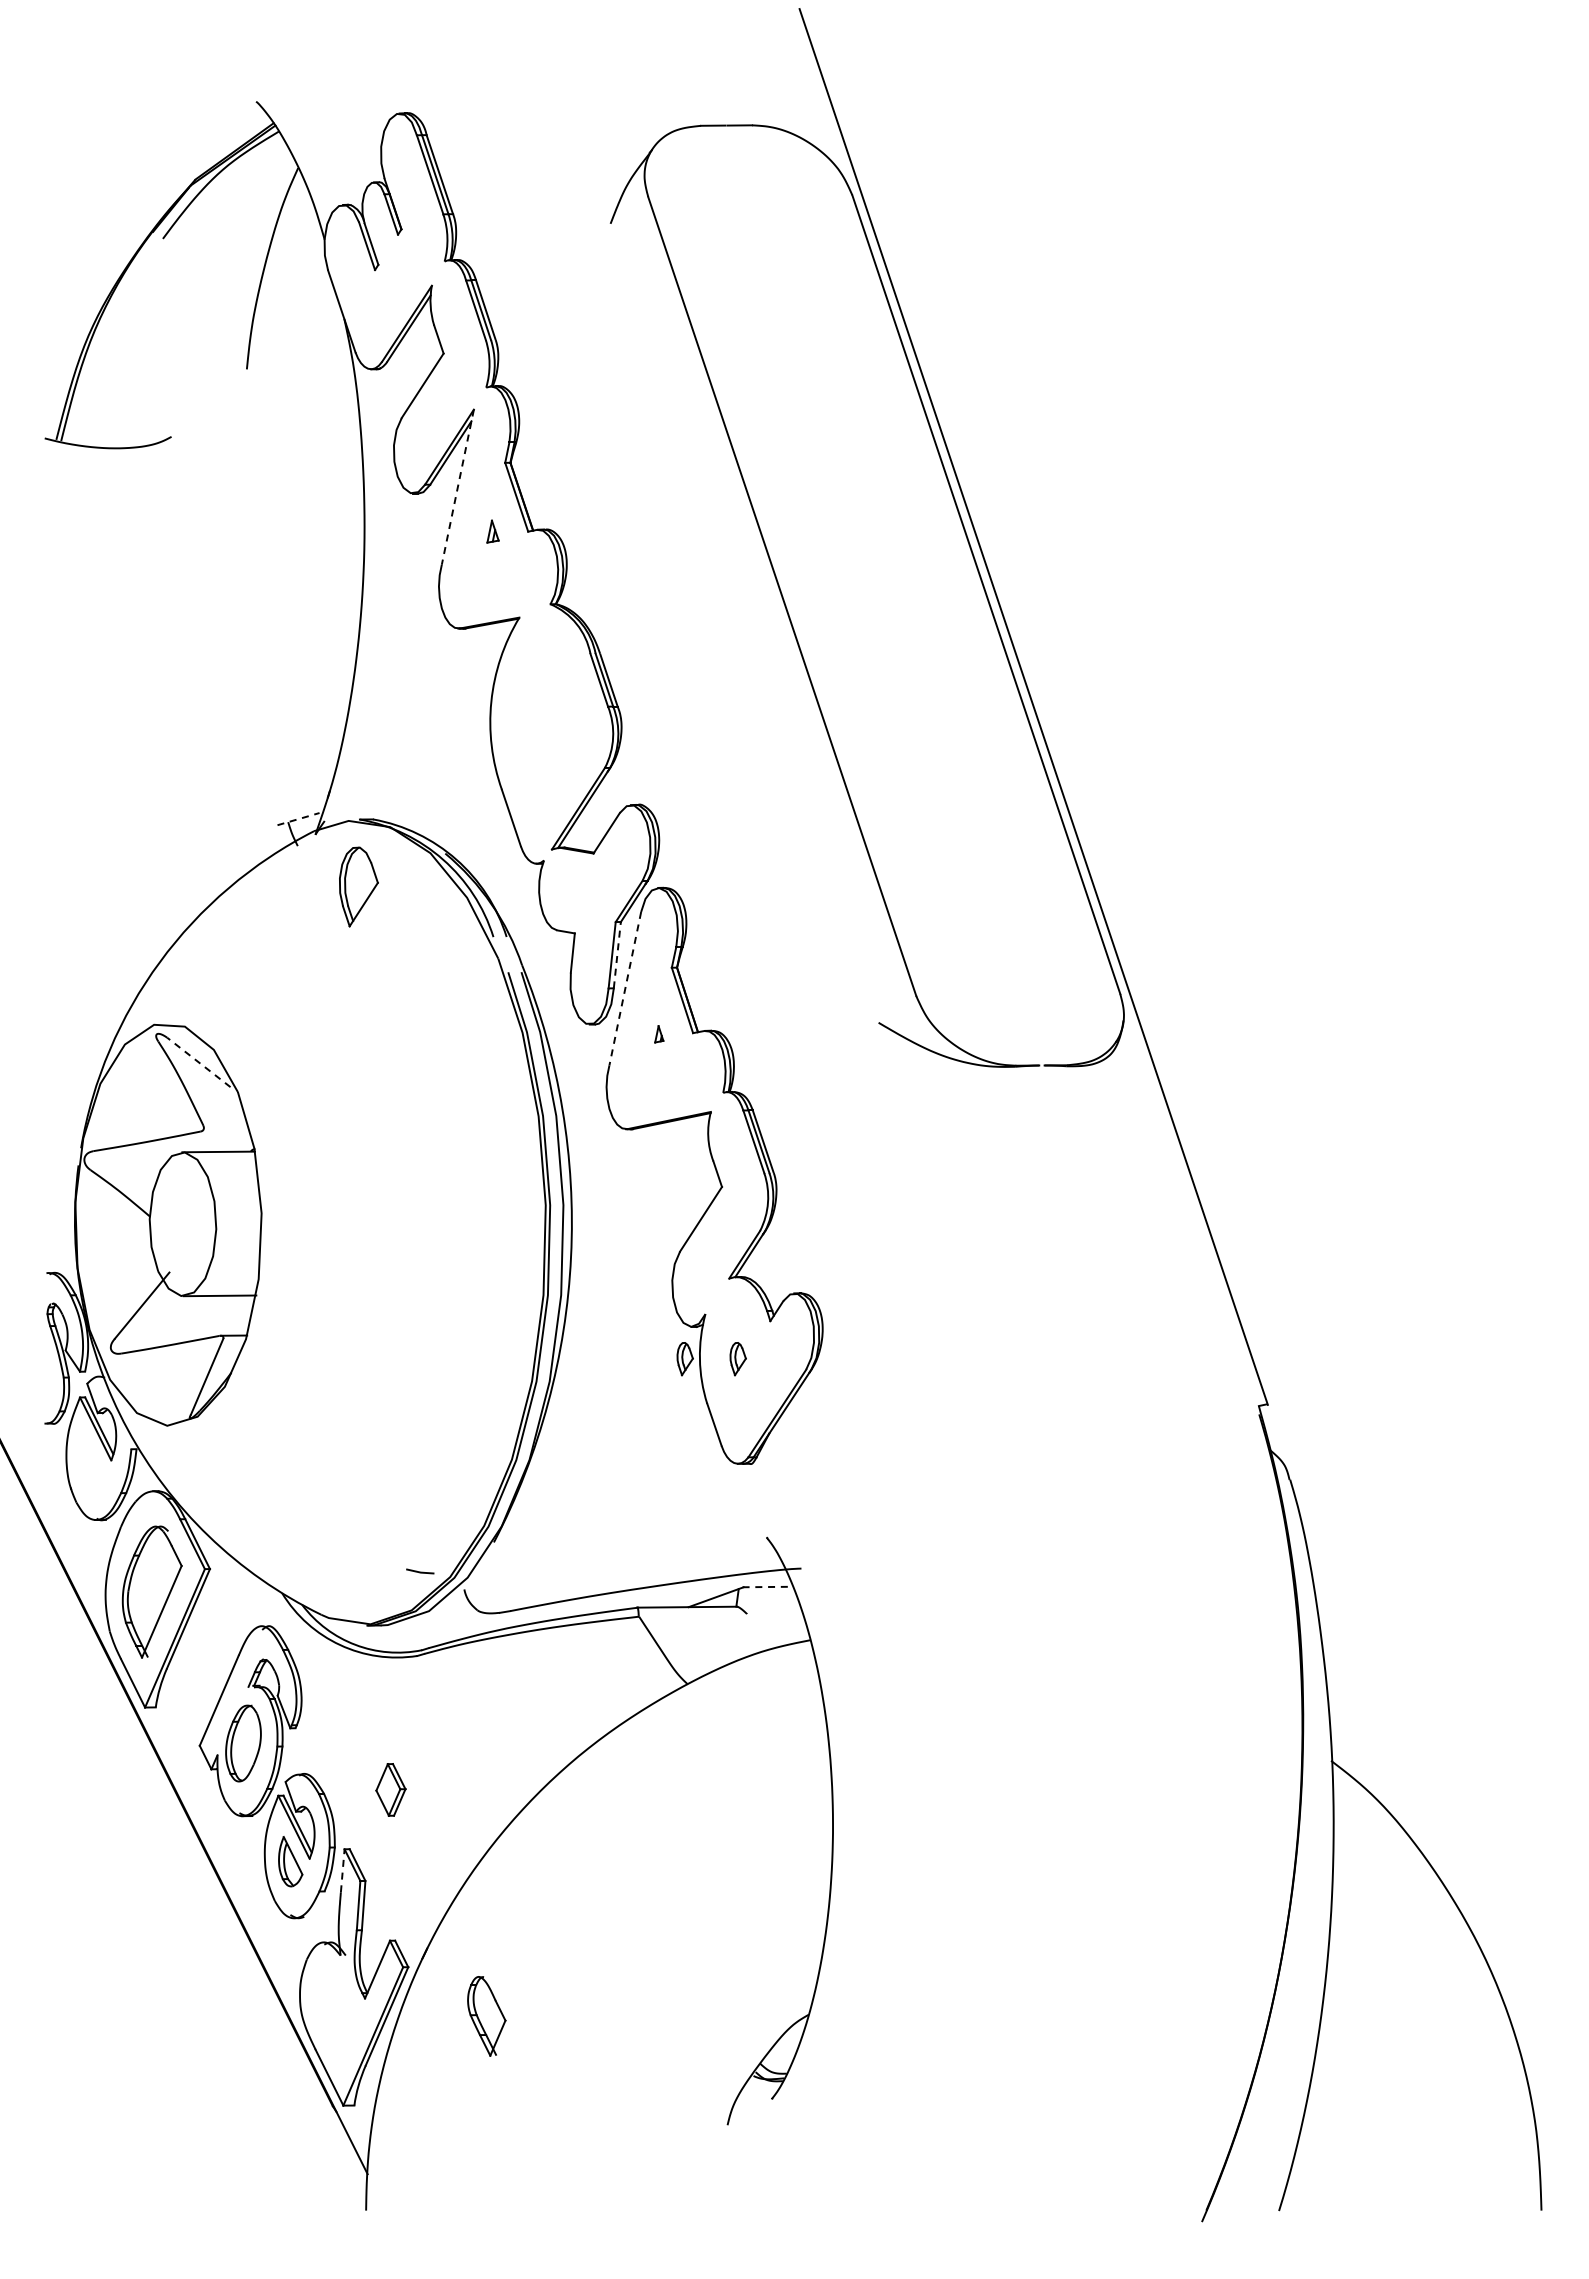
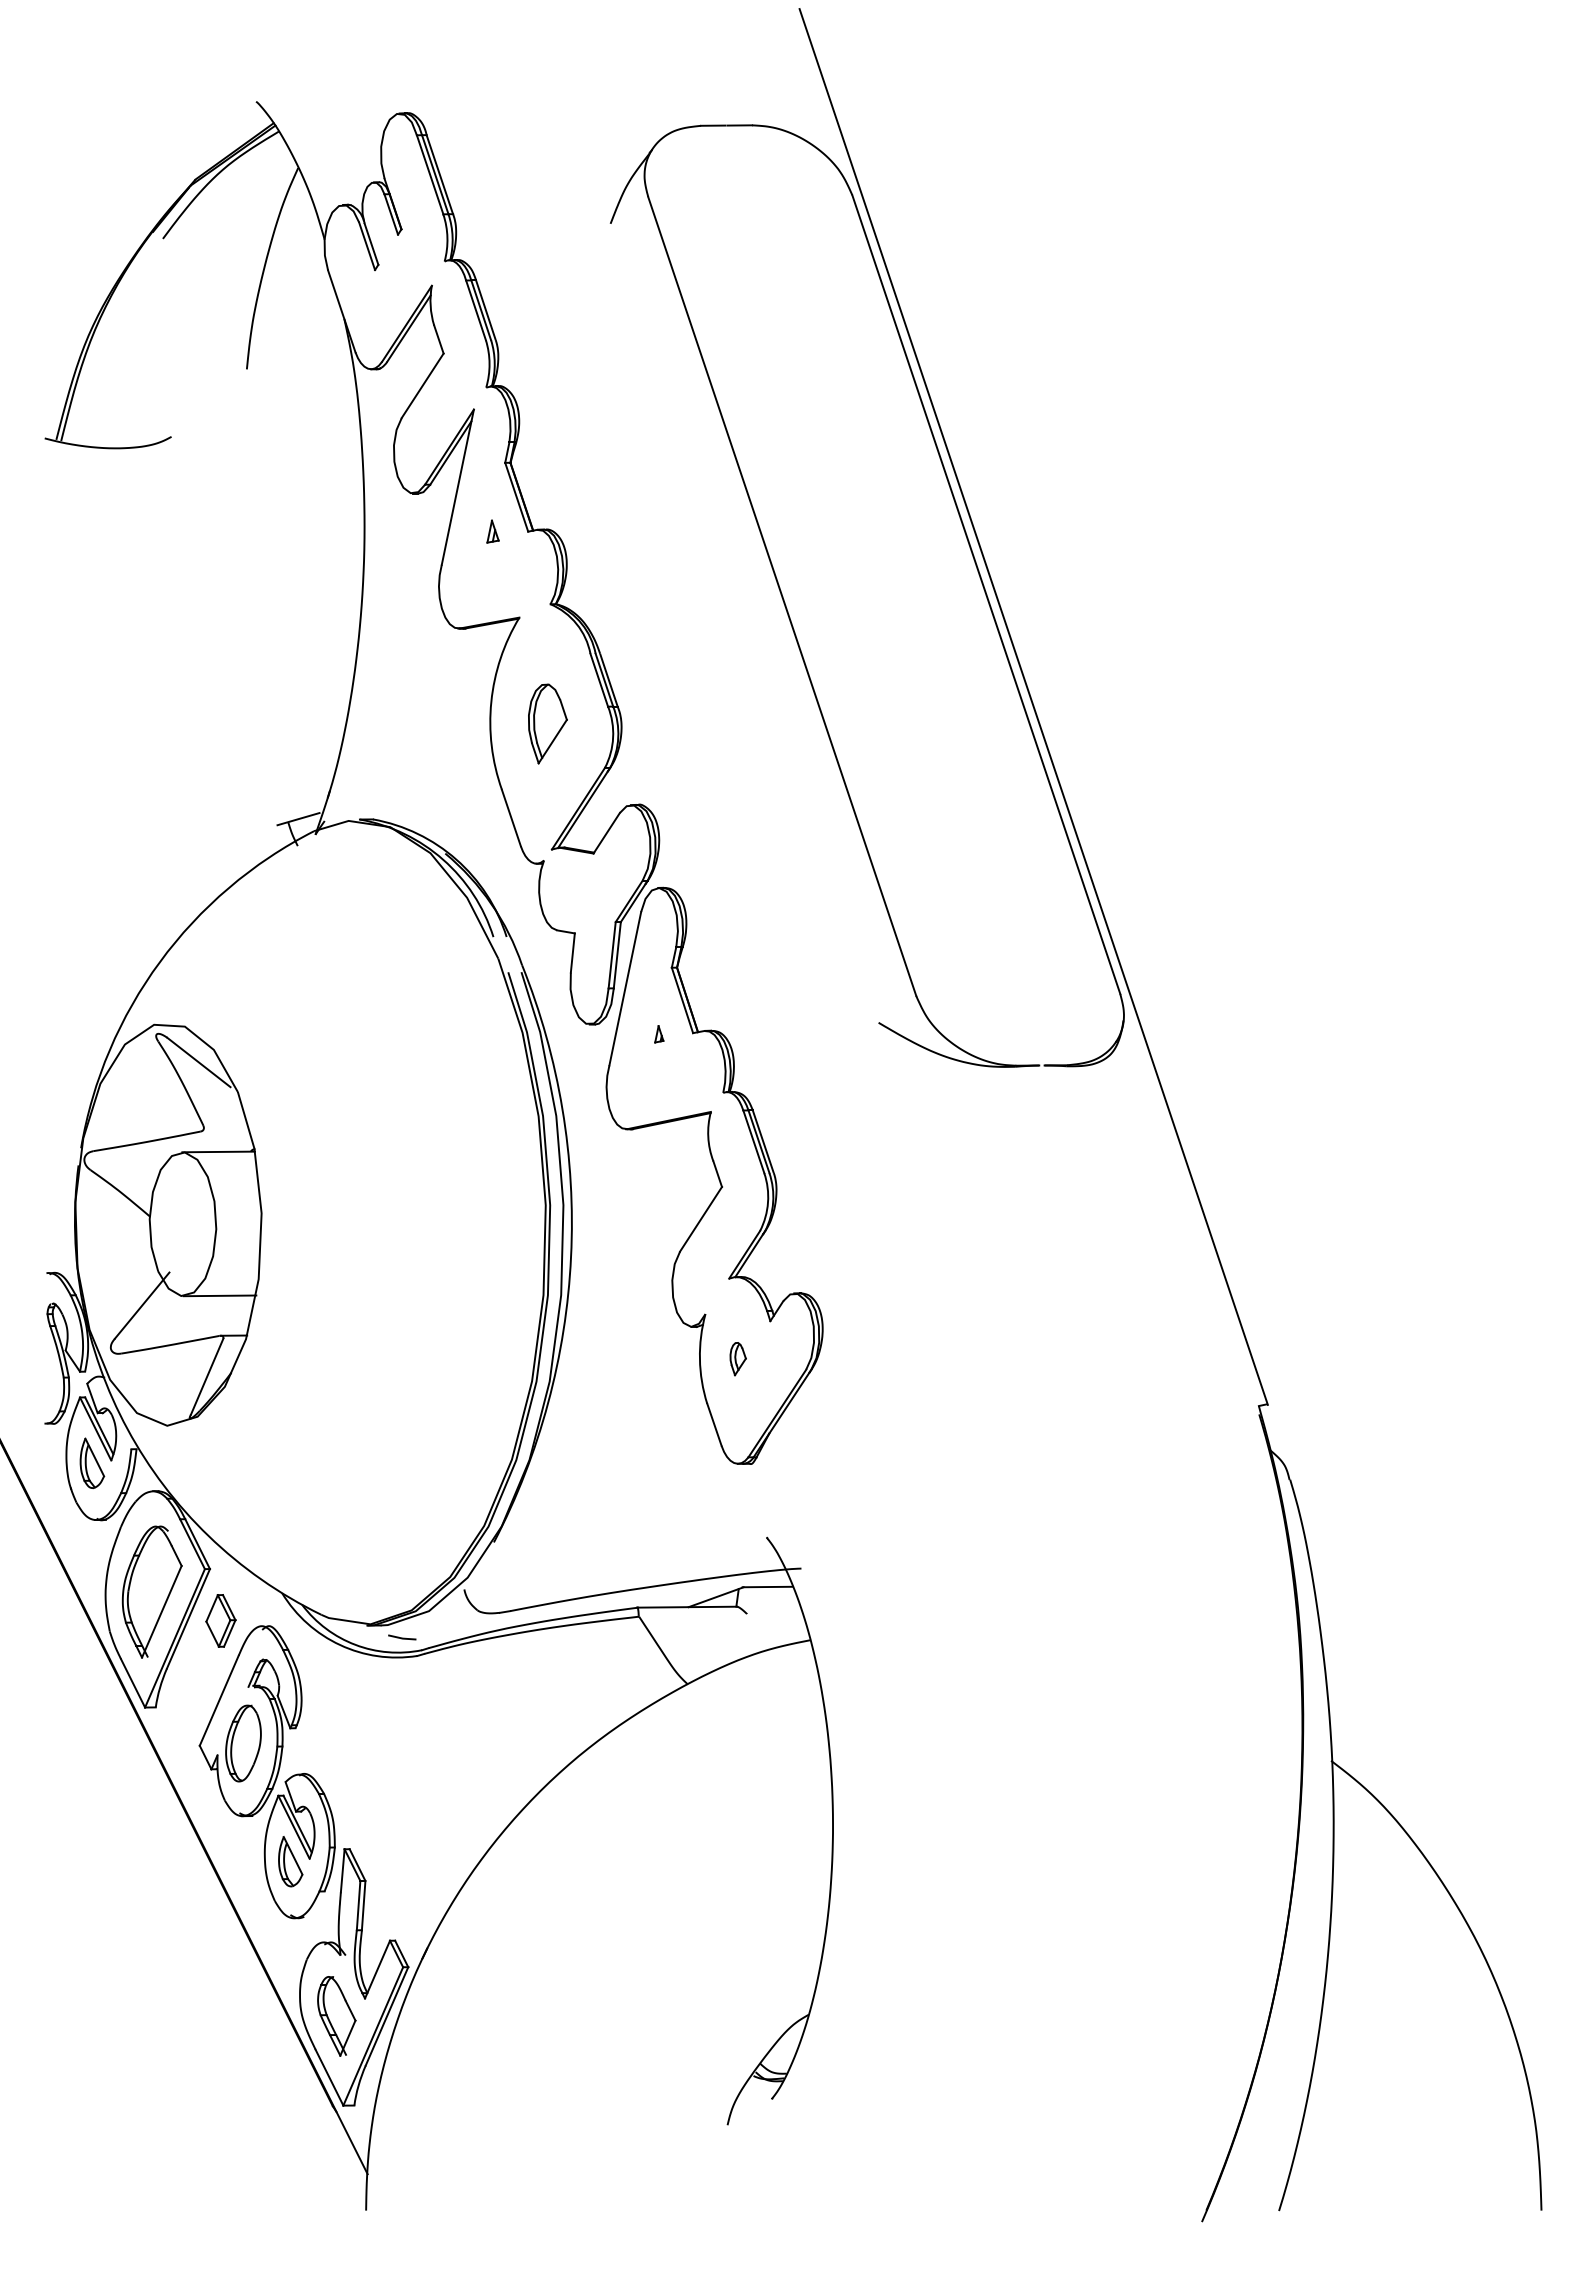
line at (457, 487): dashed -> solid
line at (298, 819): dashed -> solid
part at (358, 886) position: (358, 886) -> (547, 723)
line at (617, 954): dashed -> solid
line at (625, 989): dashed -> solid
line at (198, 1062): dashed -> solid
part at (684, 1359): present -> none
part at (92, 1463): none -> present
line at (420, 1571) position: (420, 1571) -> (402, 1637)
line at (768, 1587): dashed -> solid
part at (390, 1789) position: (390, 1789) -> (220, 1620)
line at (342, 1870): dashed -> solid
part at (486, 2016) position: (486, 2016) -> (336, 2016)
